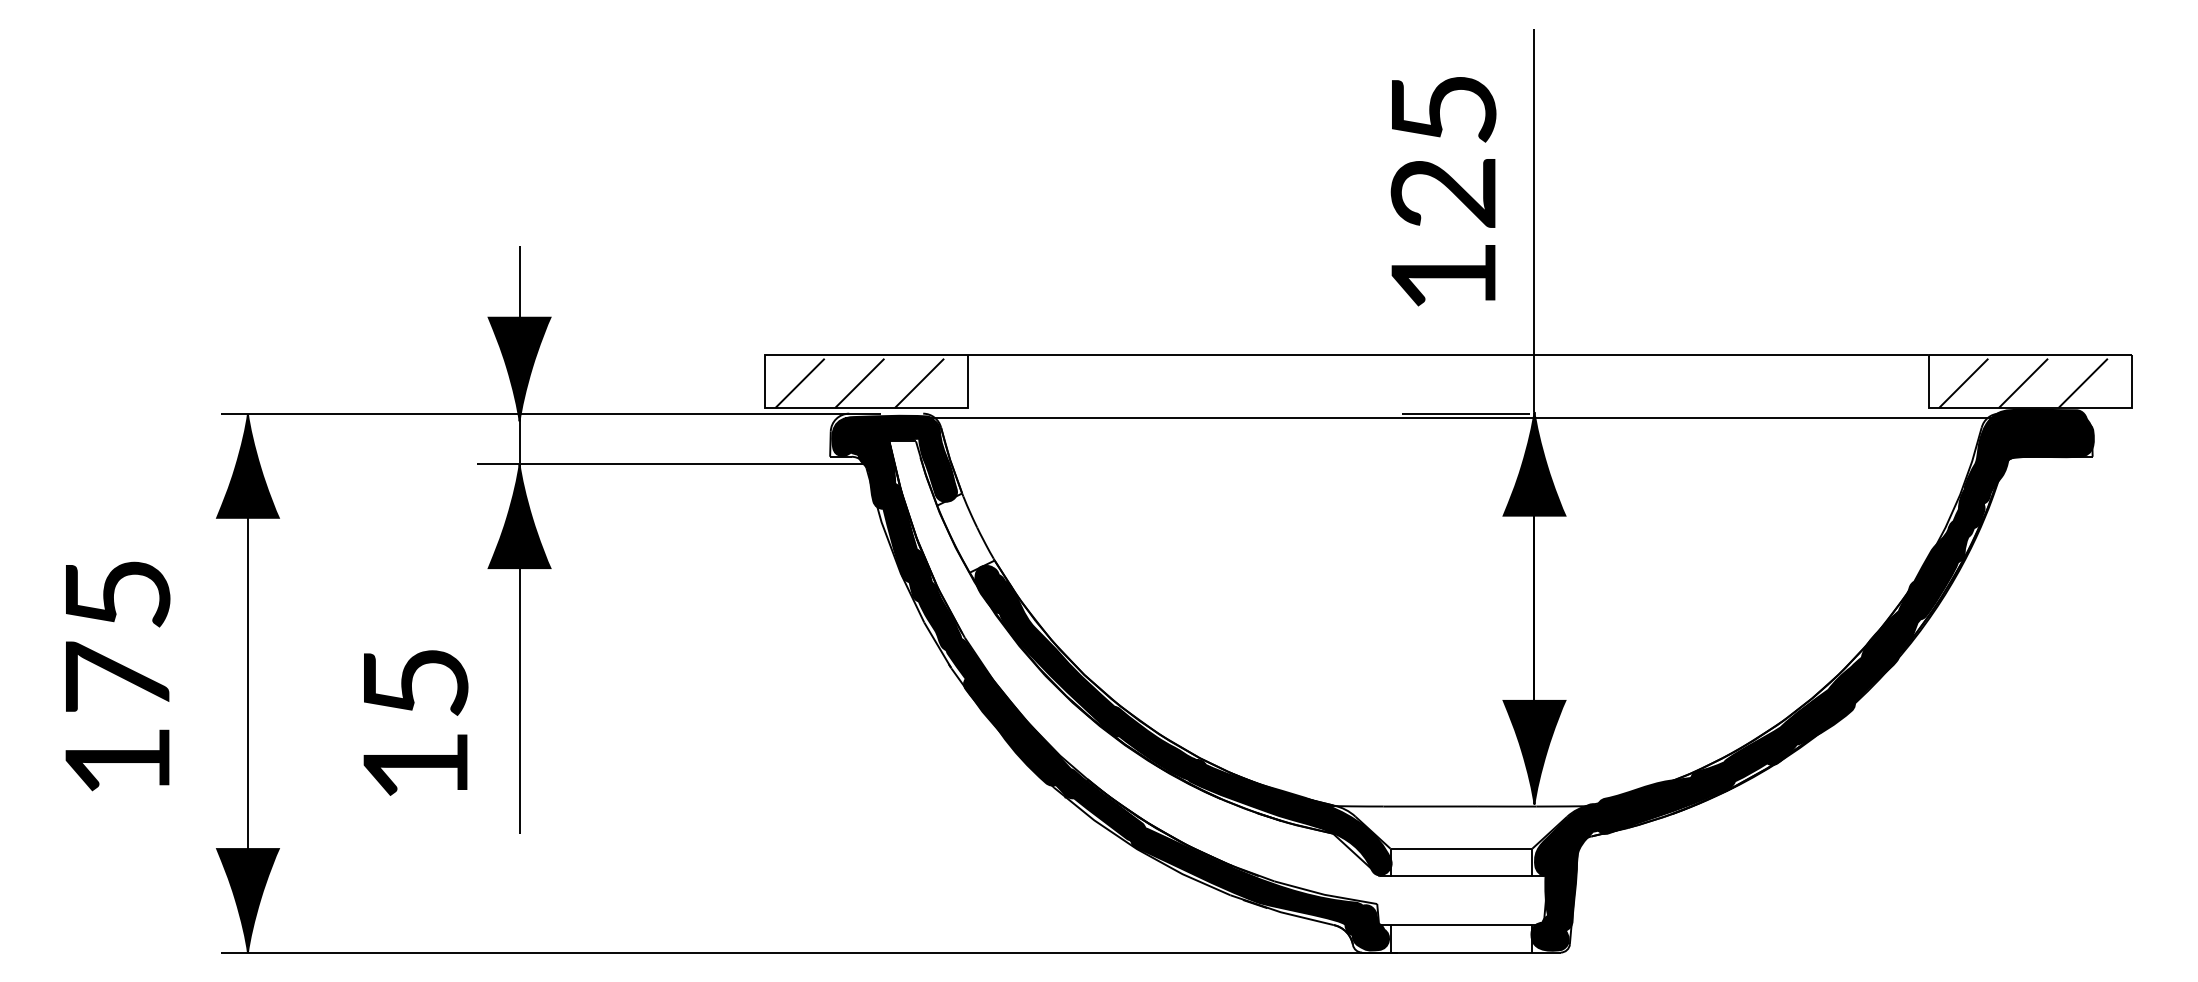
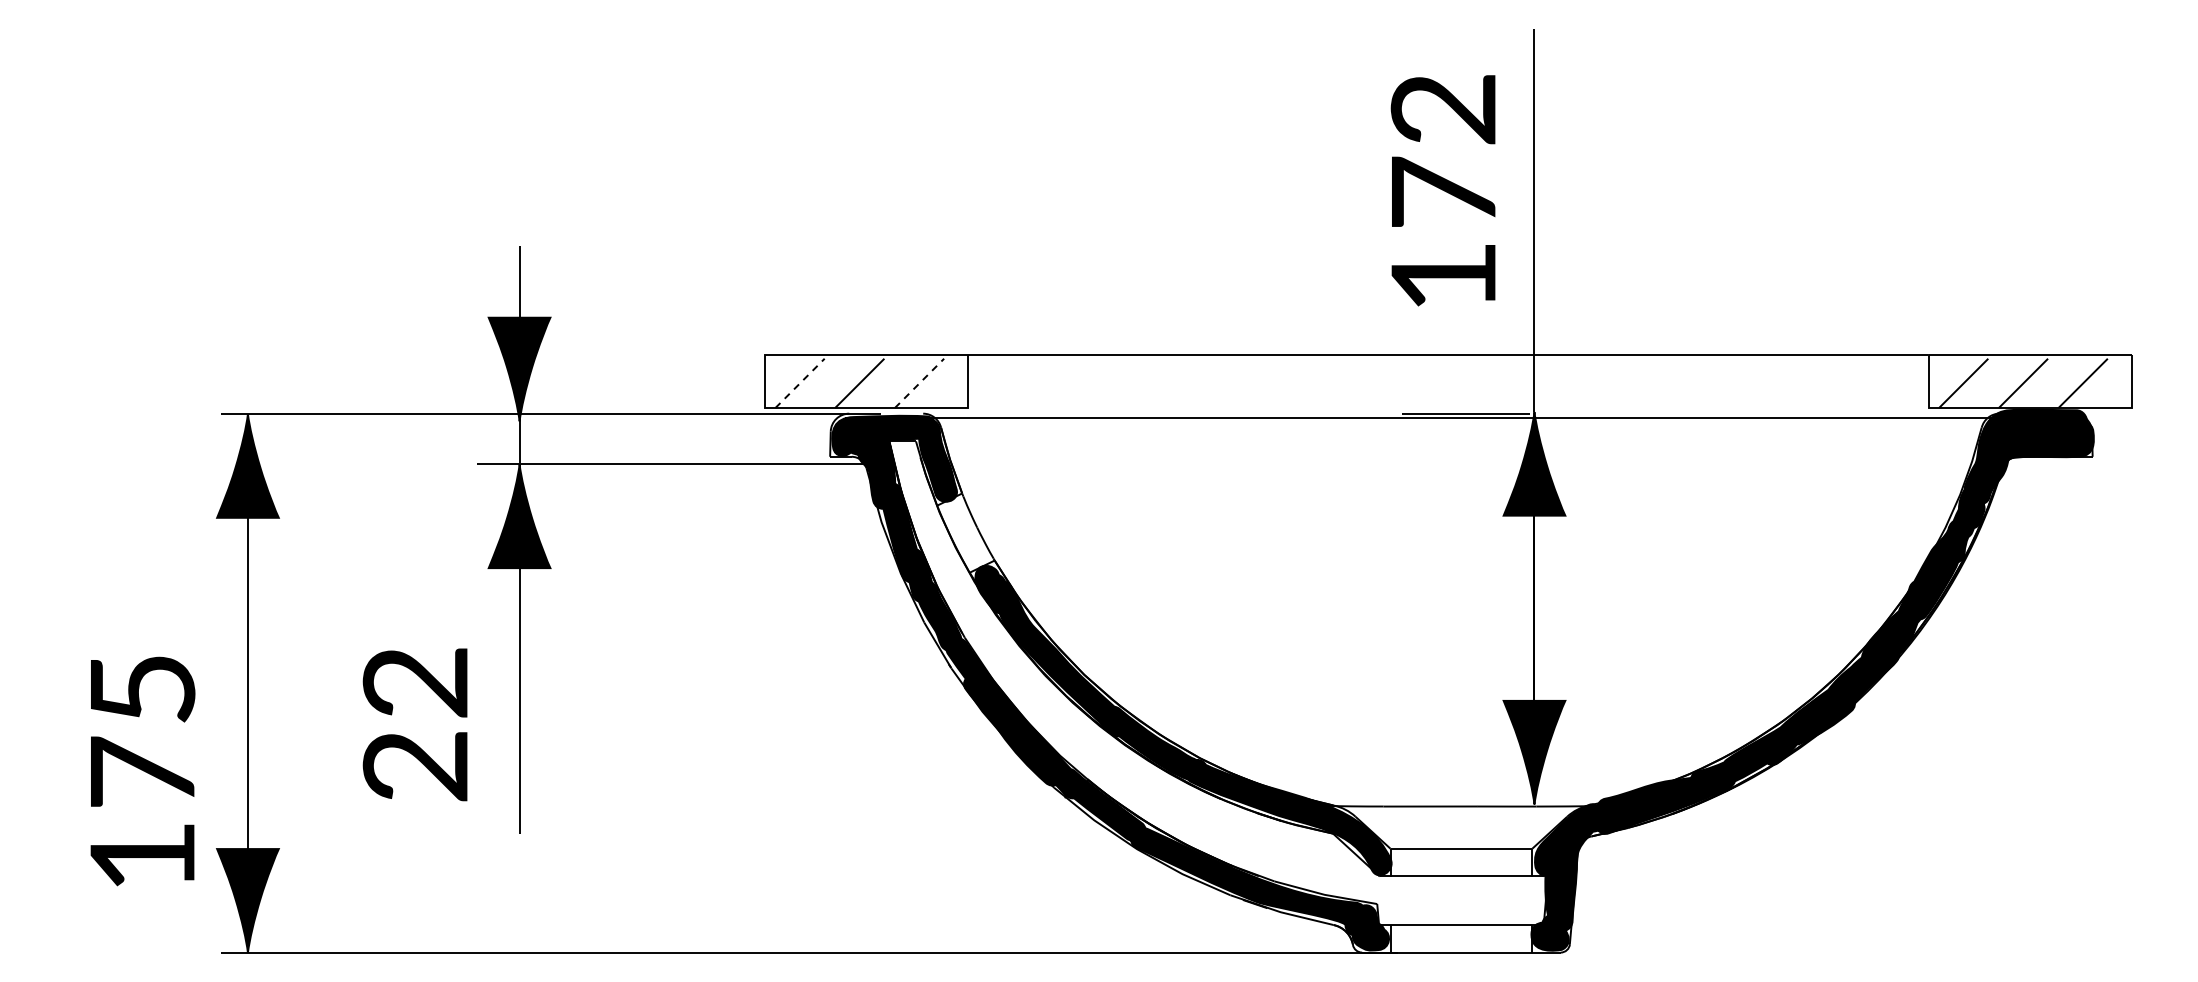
text at (1443, 151): 125 -> 172
line at (800, 383): solid -> dashed
line at (919, 383): solid -> dashed
text at (117, 676) position: (117, 676) -> (142, 771)
text at (415, 724): 15 -> 22
